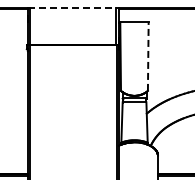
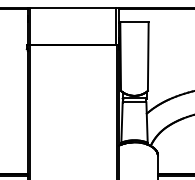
line at (73, 7): dashed -> solid
line at (148, 56): dashed -> solid
